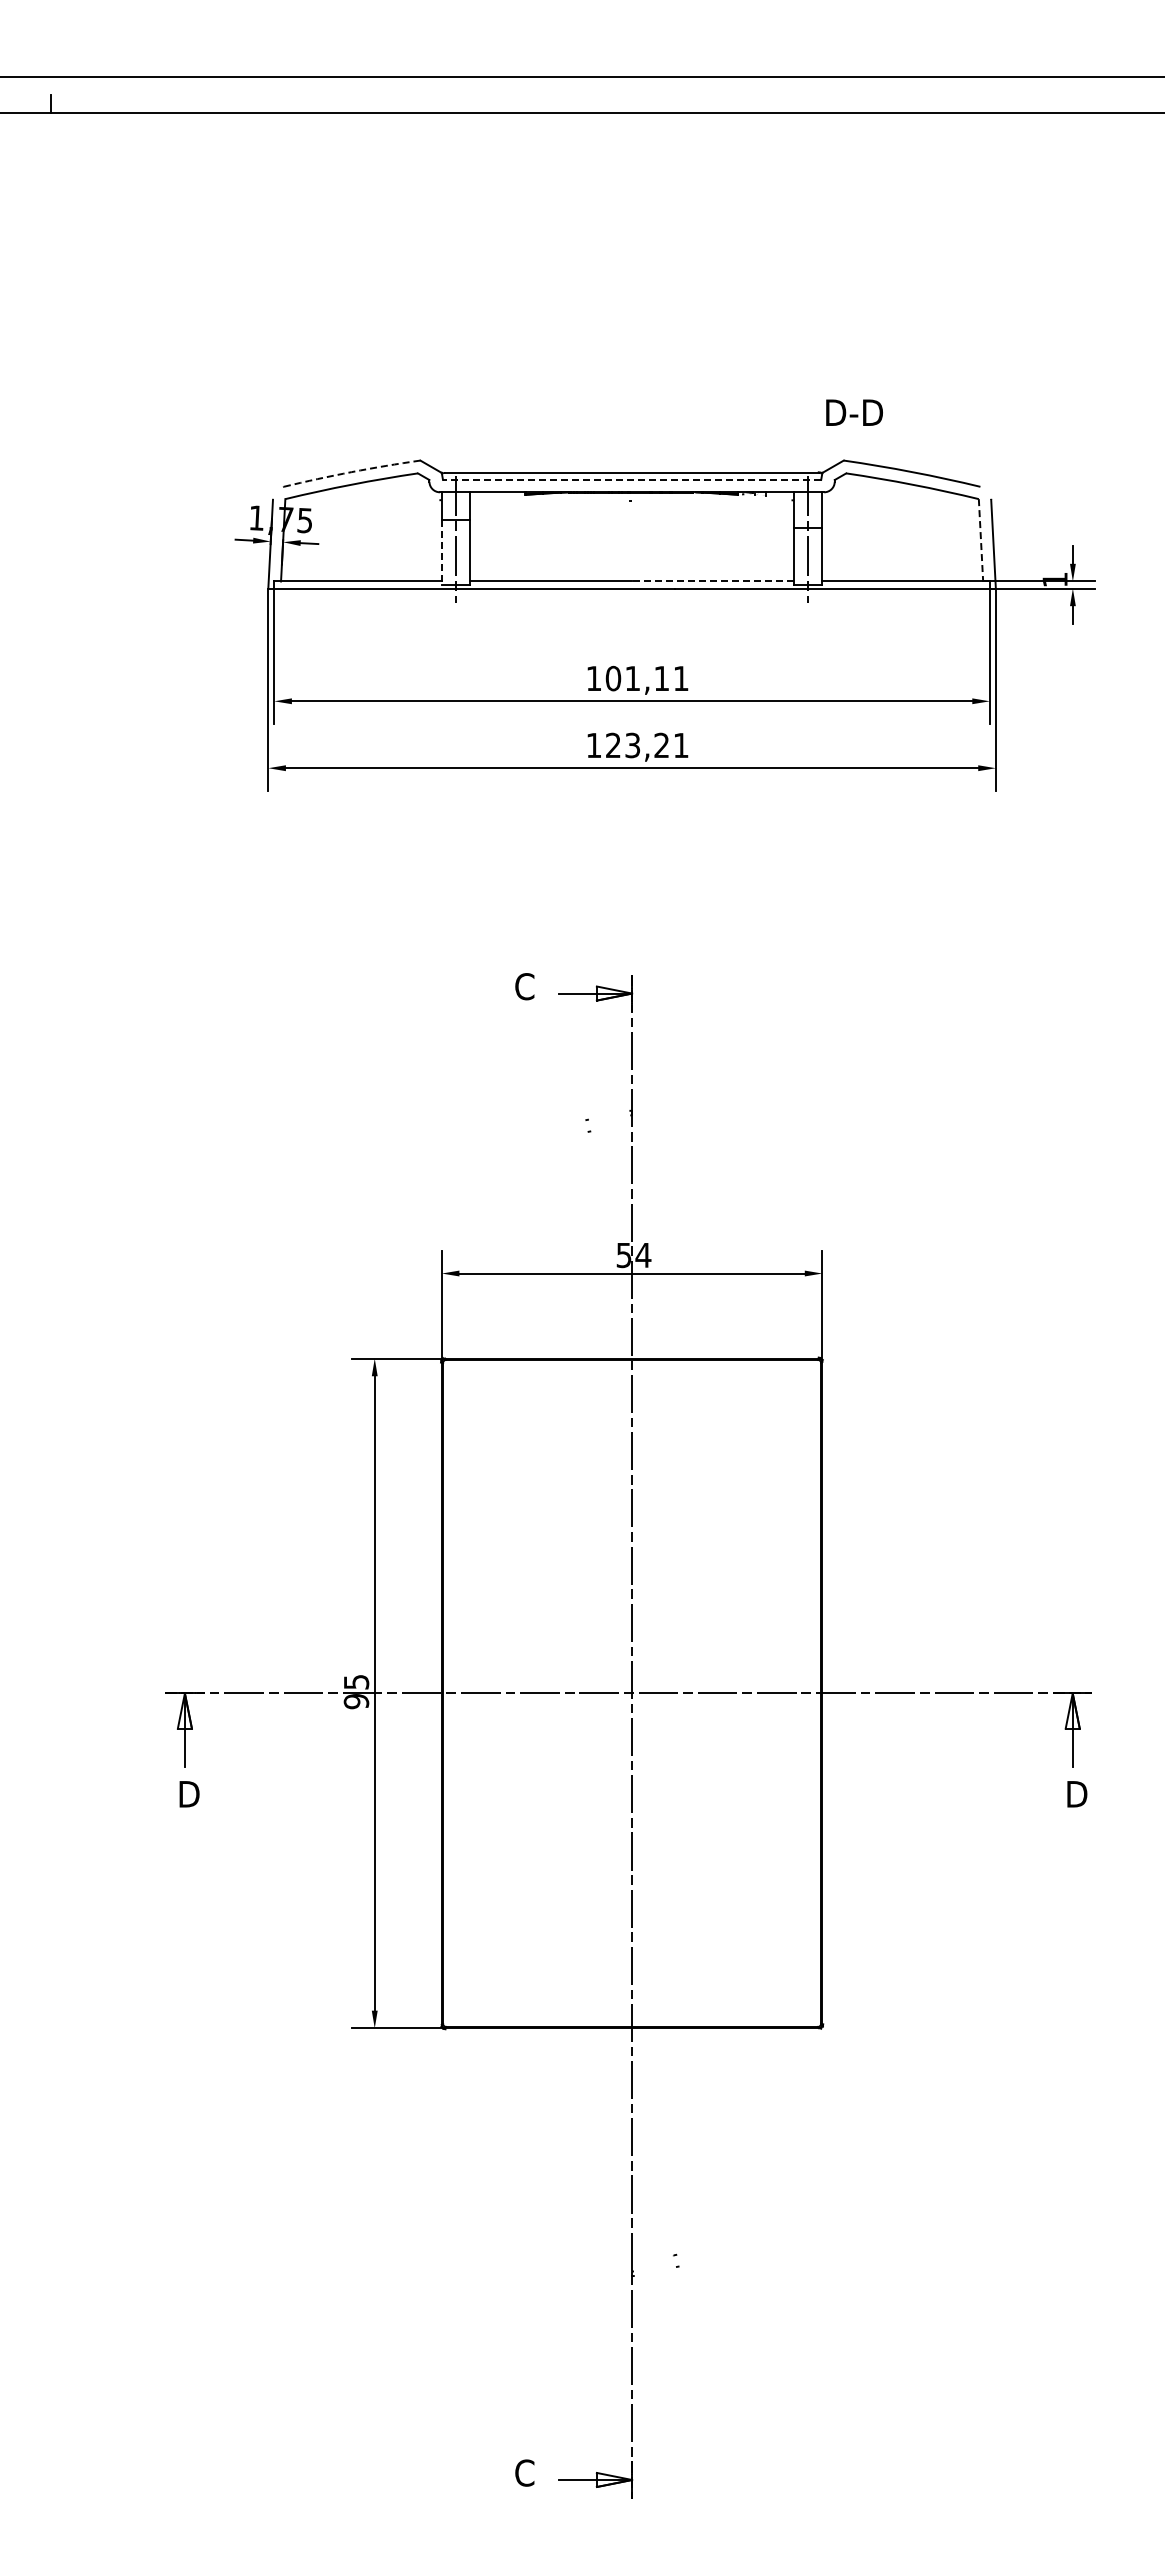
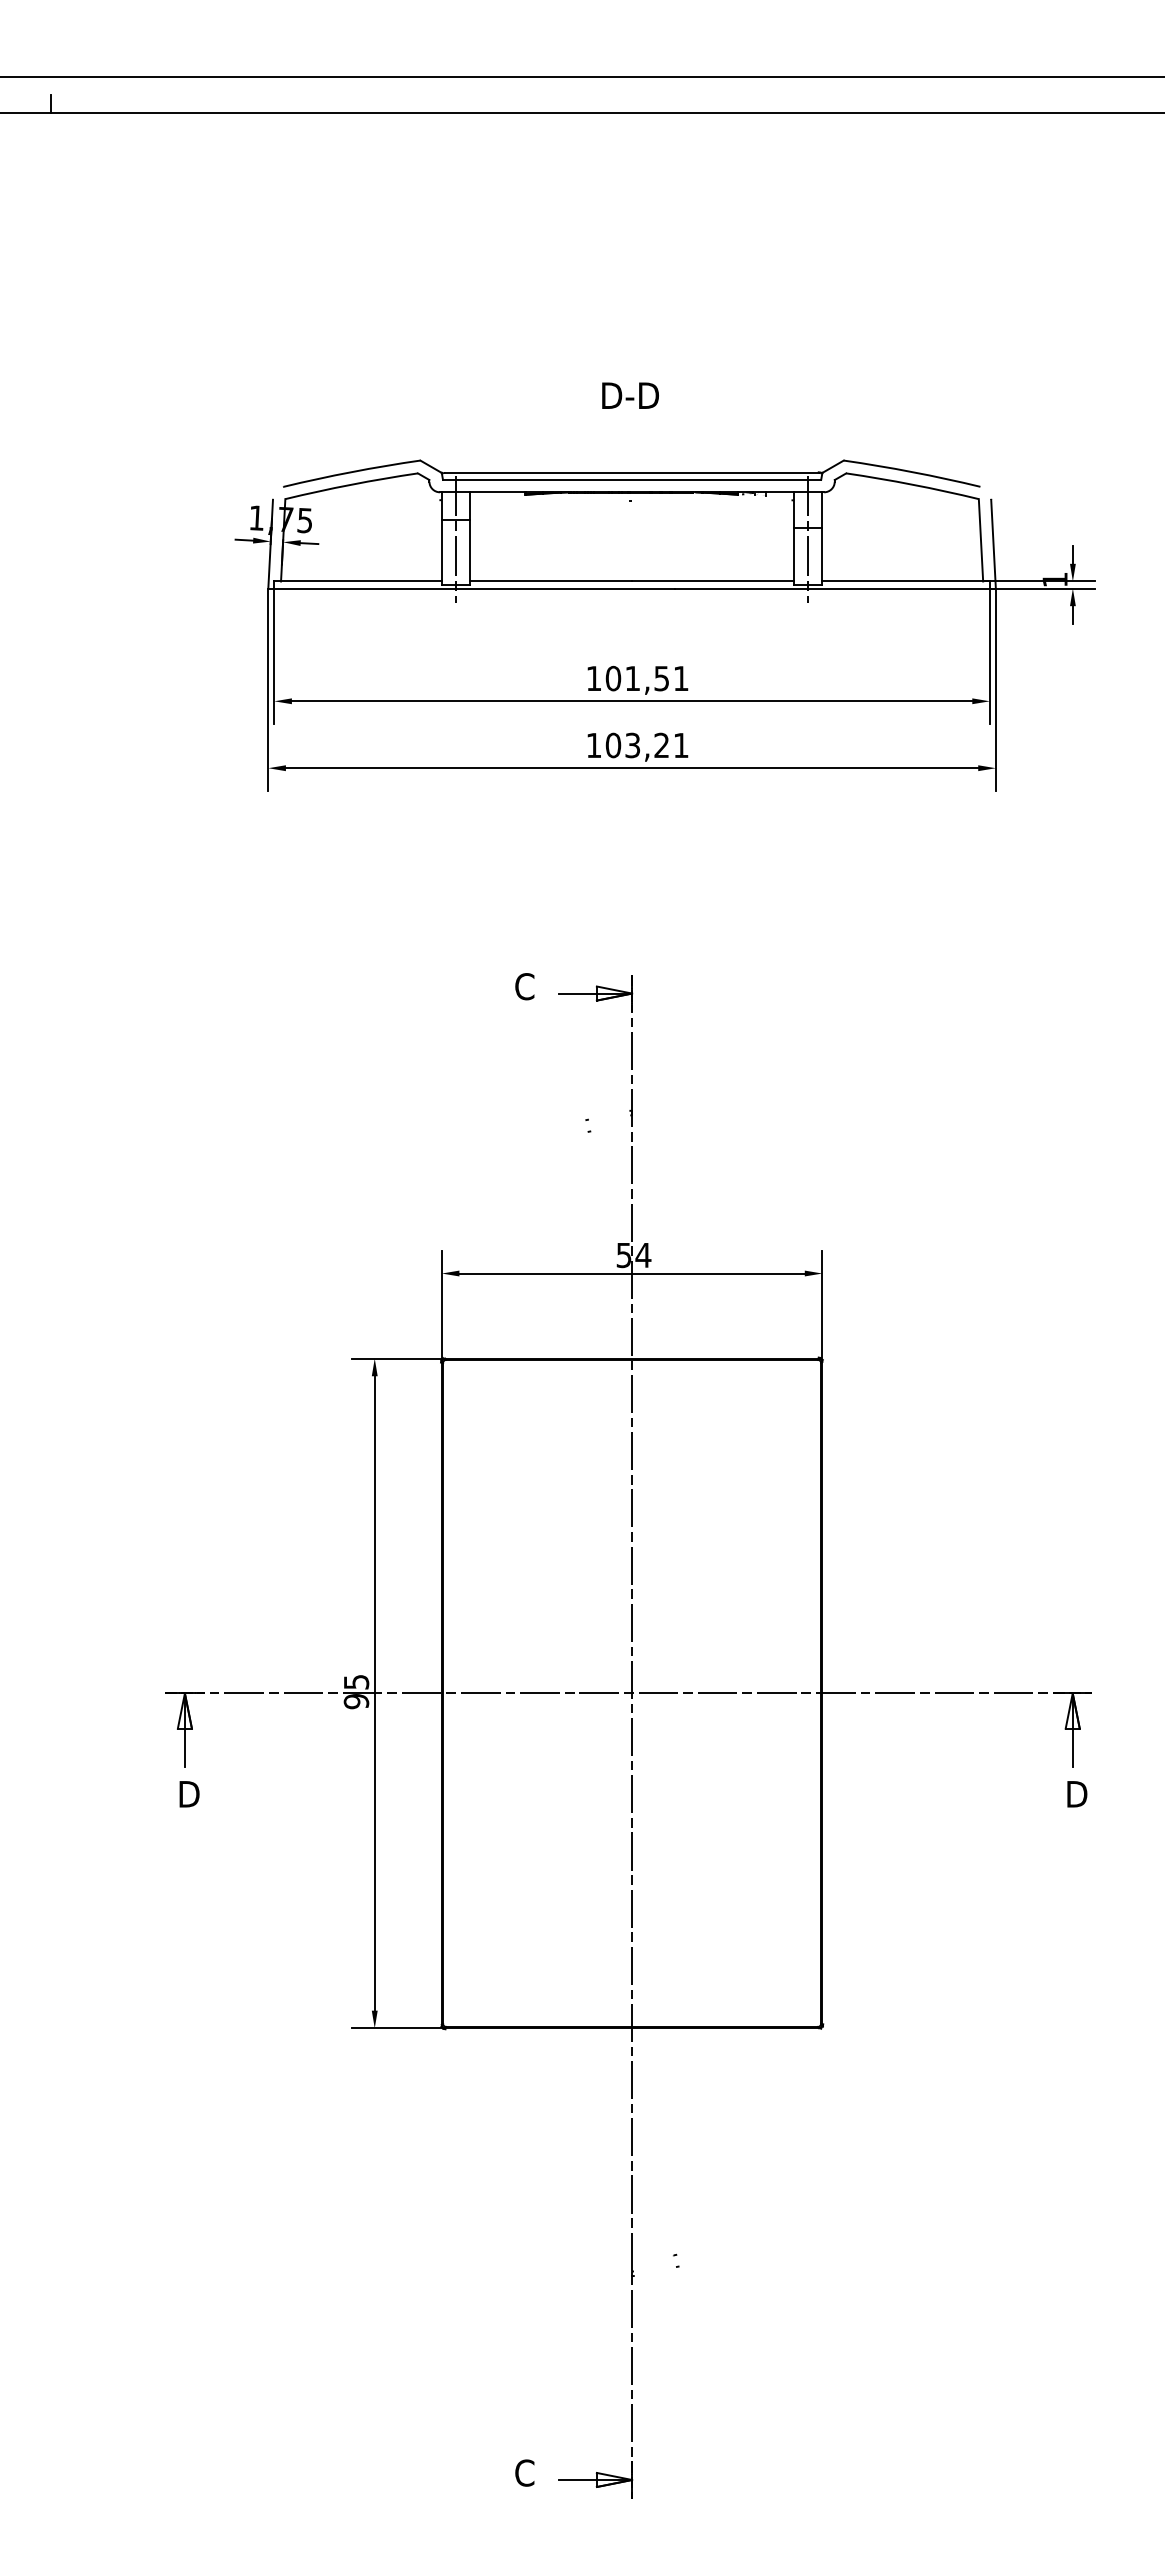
text at (854, 412) position: (854, 412) -> (630, 395)
arc at (351, 472): dashed -> solid
line at (631, 479): dashed -> solid
line at (981, 540): dashed -> solid
line at (441, 553): dashed -> solid
line at (712, 581): dashed -> solid
text at (661, 678): 101,11 -> 101,51
text at (613, 745): 123,21 -> 103,21
